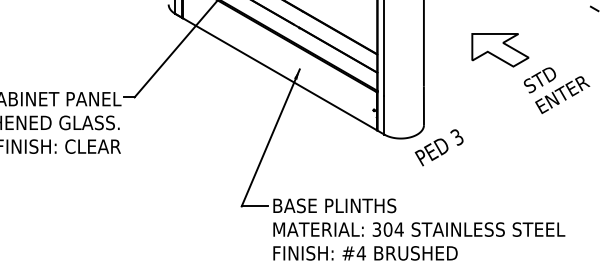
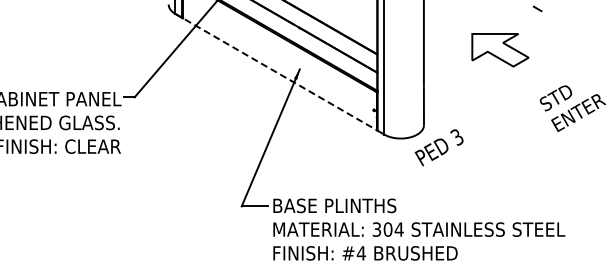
line at (594, 8) position: (594, 8) -> (537, 8)
line at (276, 72): solid -> dashed
text at (556, 90) position: (556, 90) -> (572, 108)
